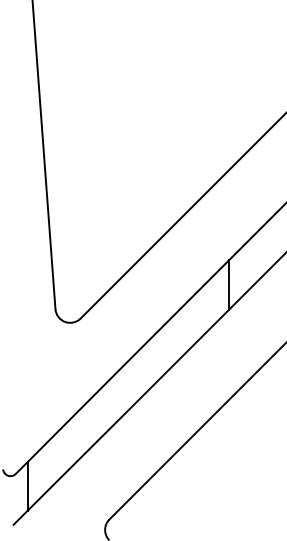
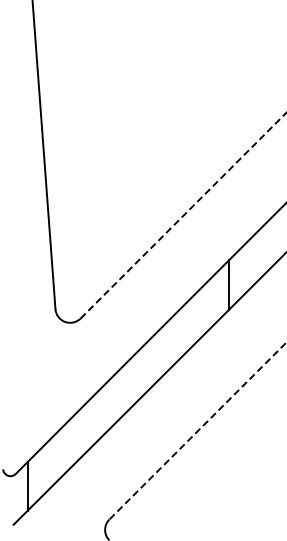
line at (183, 215): solid -> dashed
line at (197, 431): solid -> dashed
